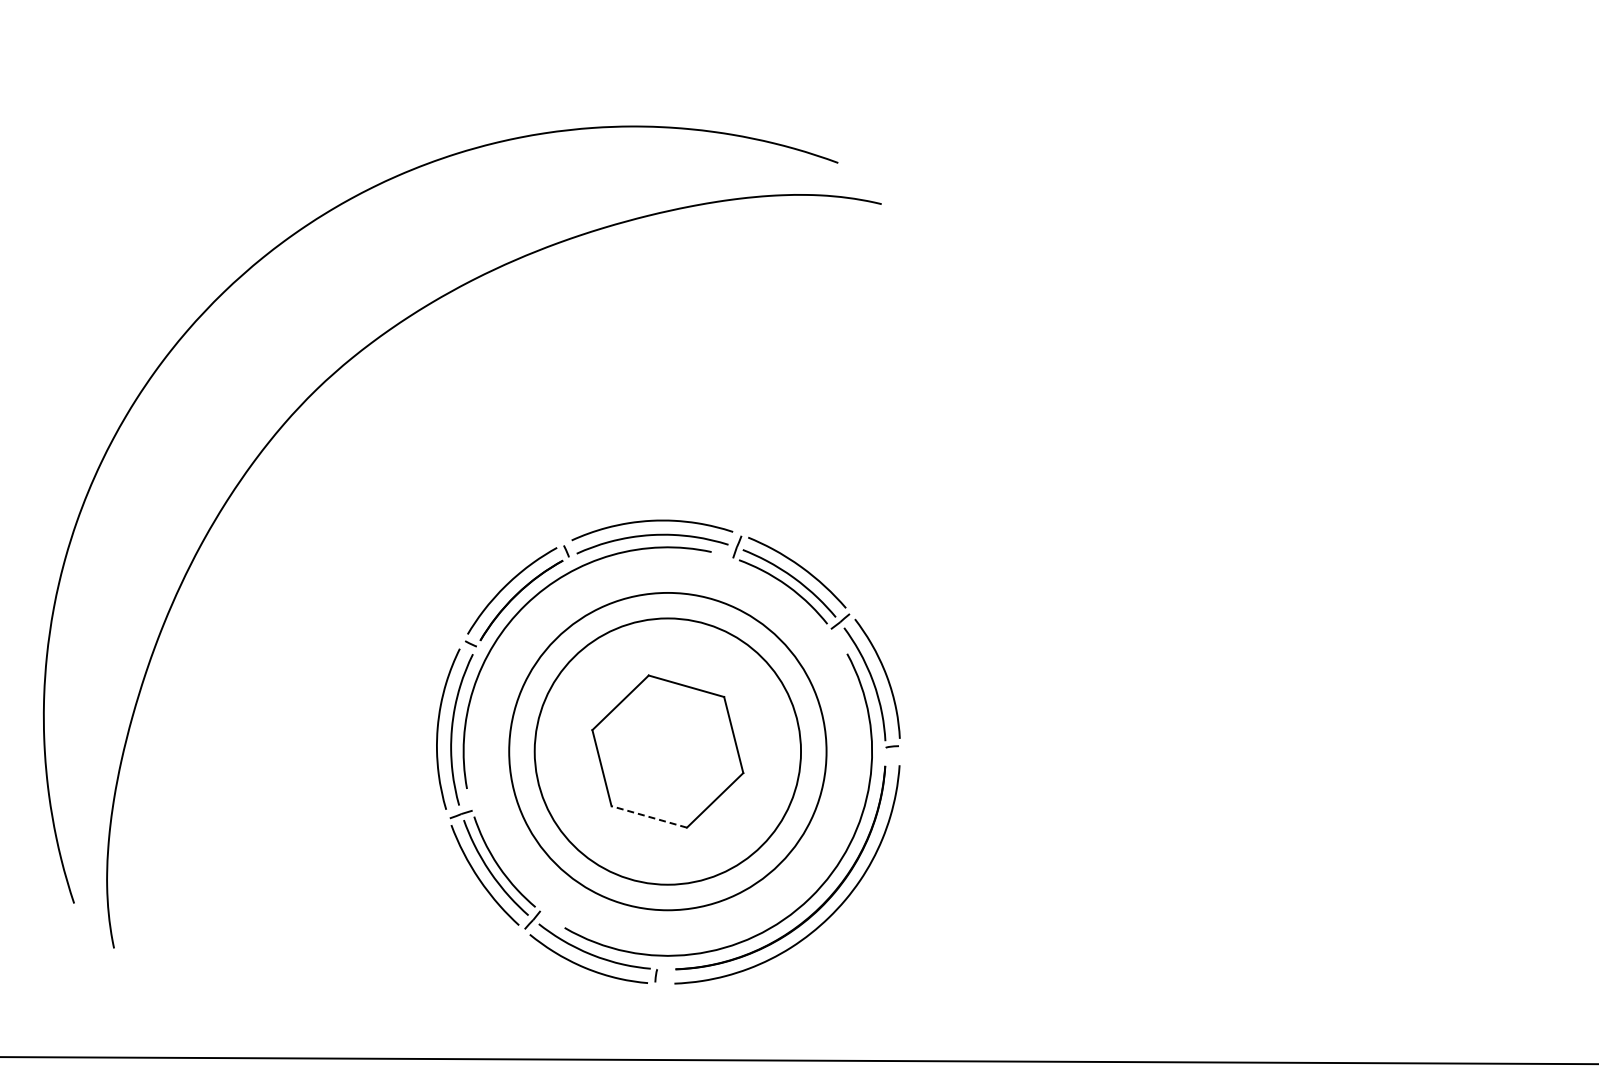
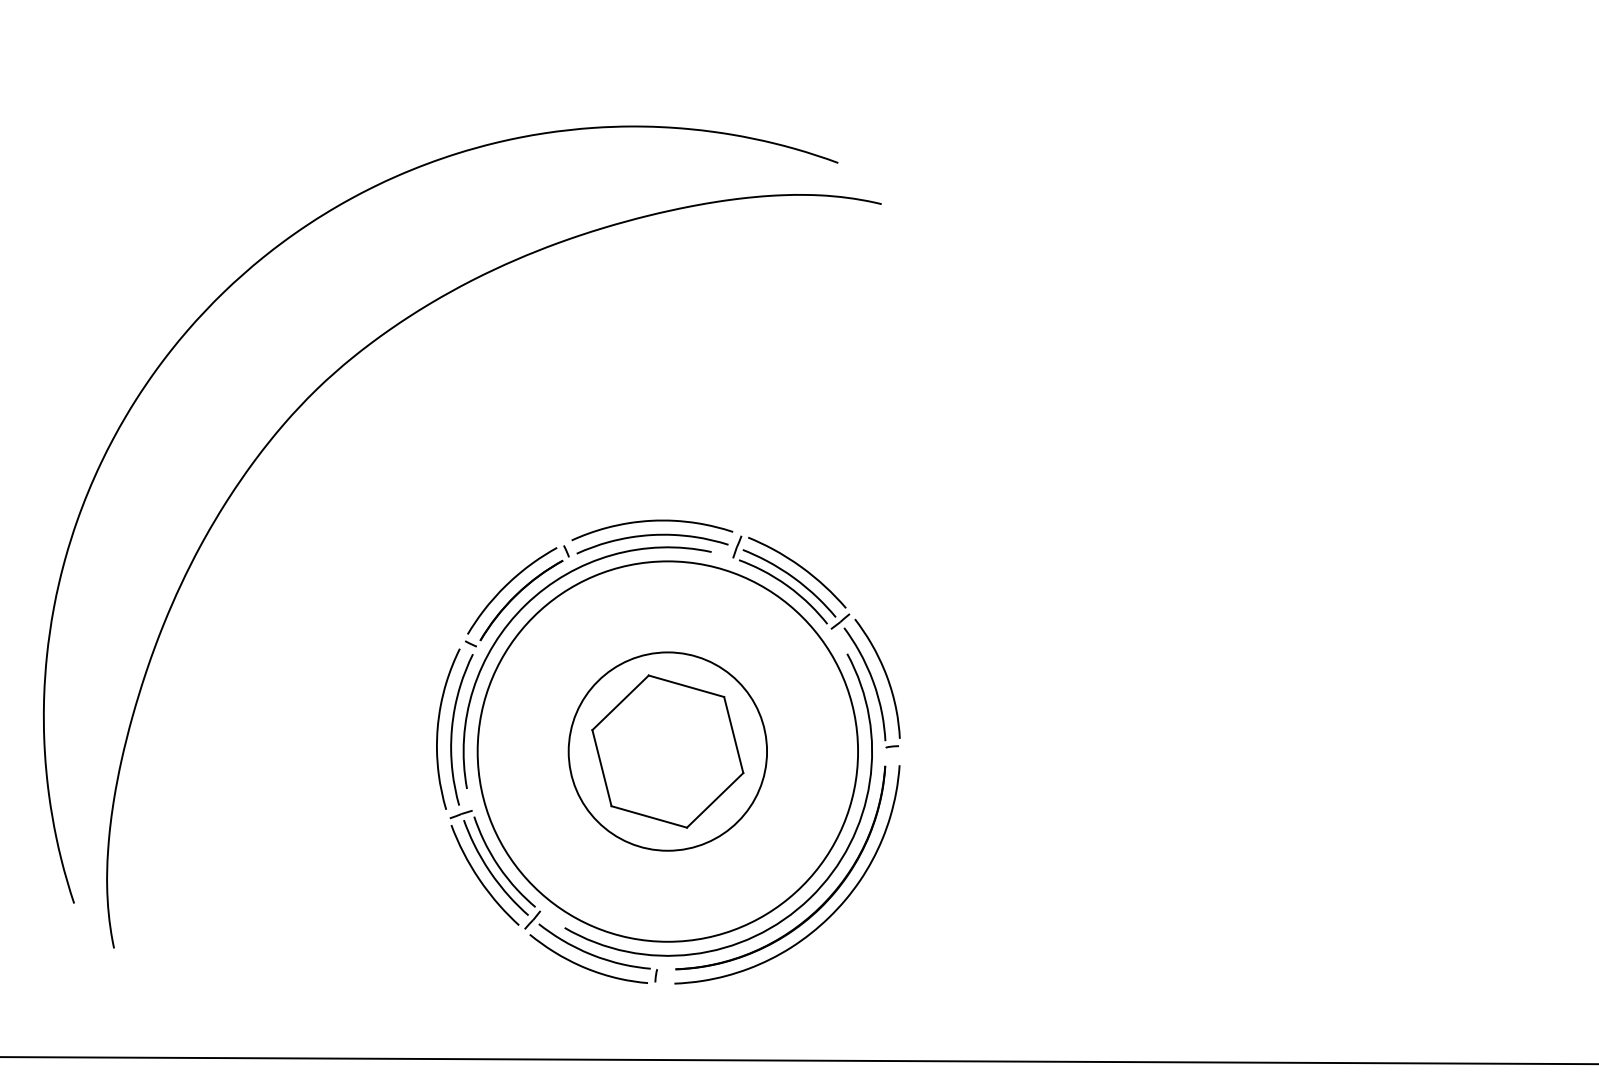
circle at (667, 751) diameter: 266 px -> 380 px
circle at (667, 751) diameter: 317 px -> 198 px
line at (648, 816): dashed -> solid
